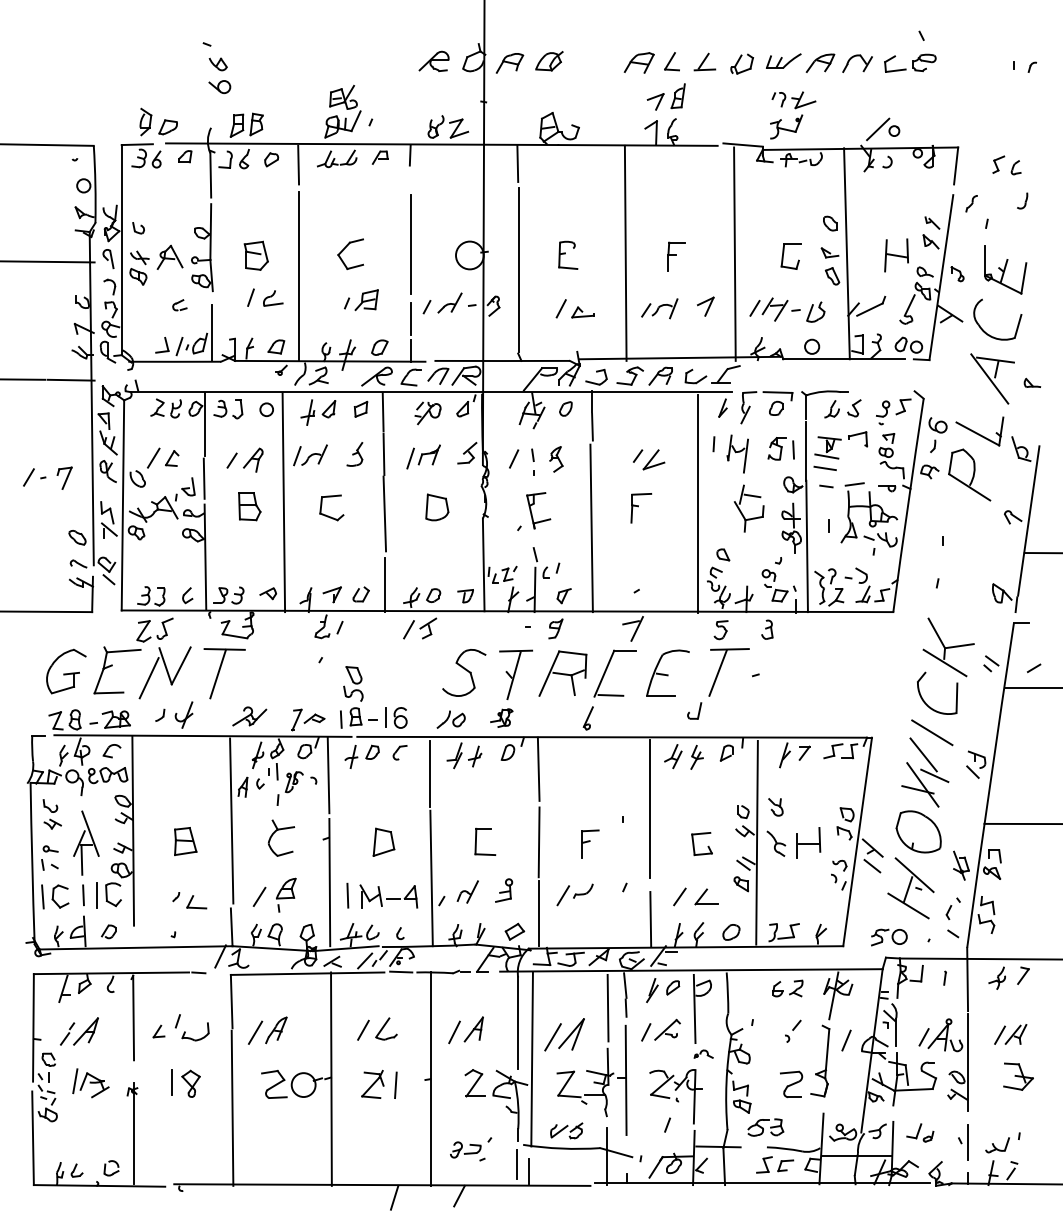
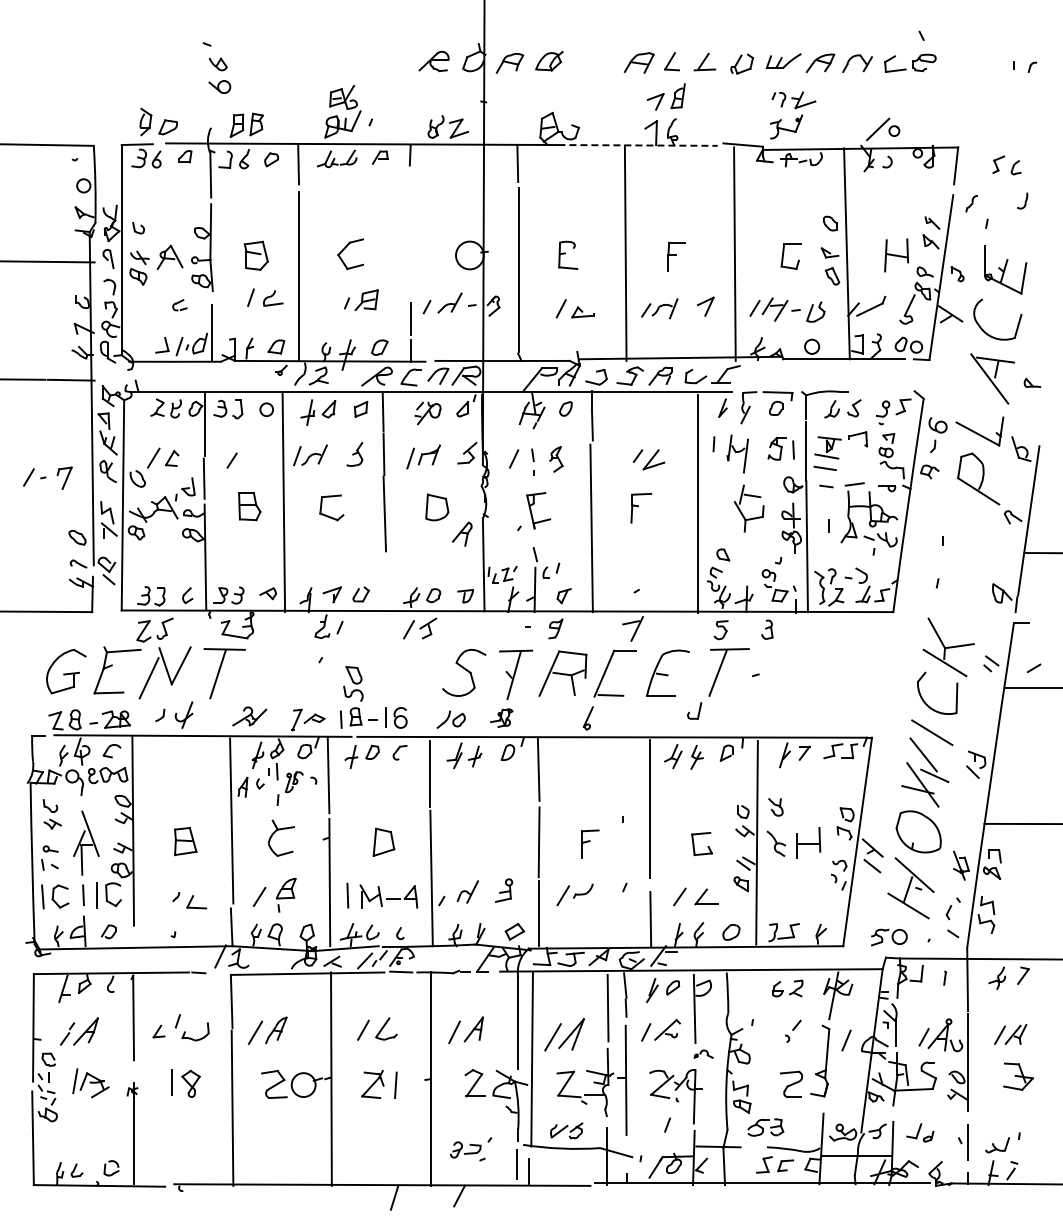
line at (638, 145): solid -> dashed
line at (410, 244): present -> none
part at (253, 459) position: (253, 459) -> (462, 533)
part at (969, 474) position: (969, 474) -> (978, 478)
line at (385, 584): present -> none
part at (476, 841): present -> none
